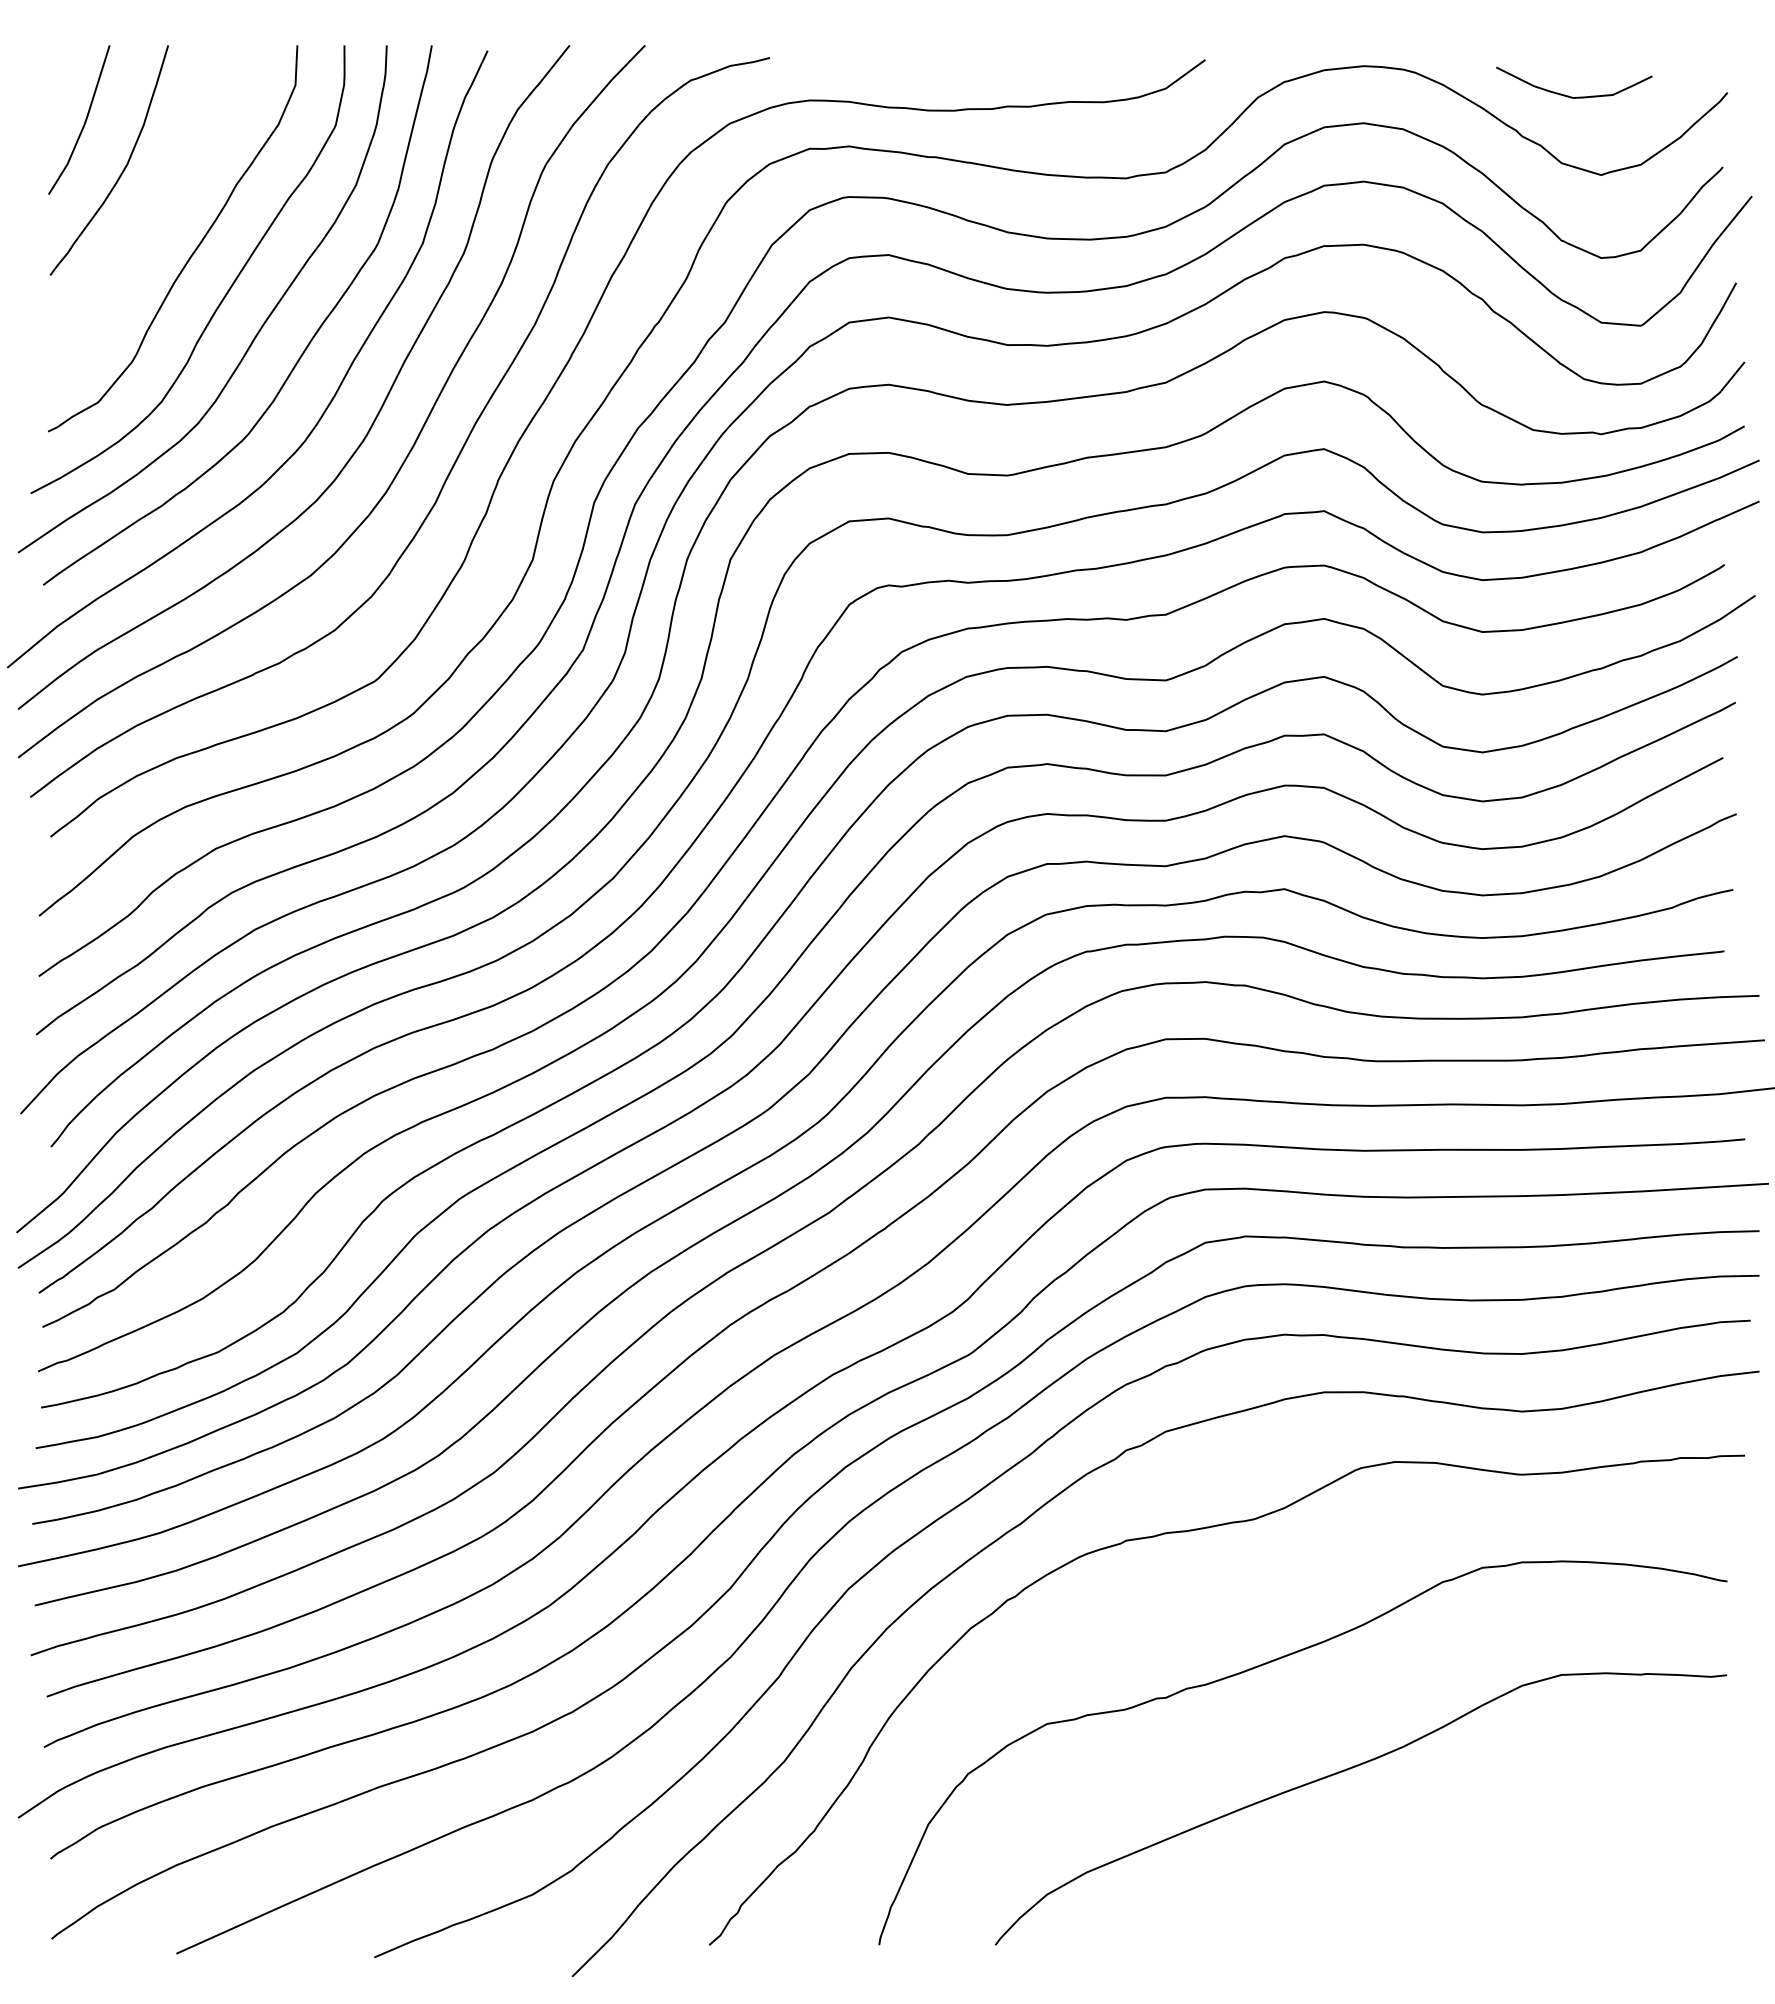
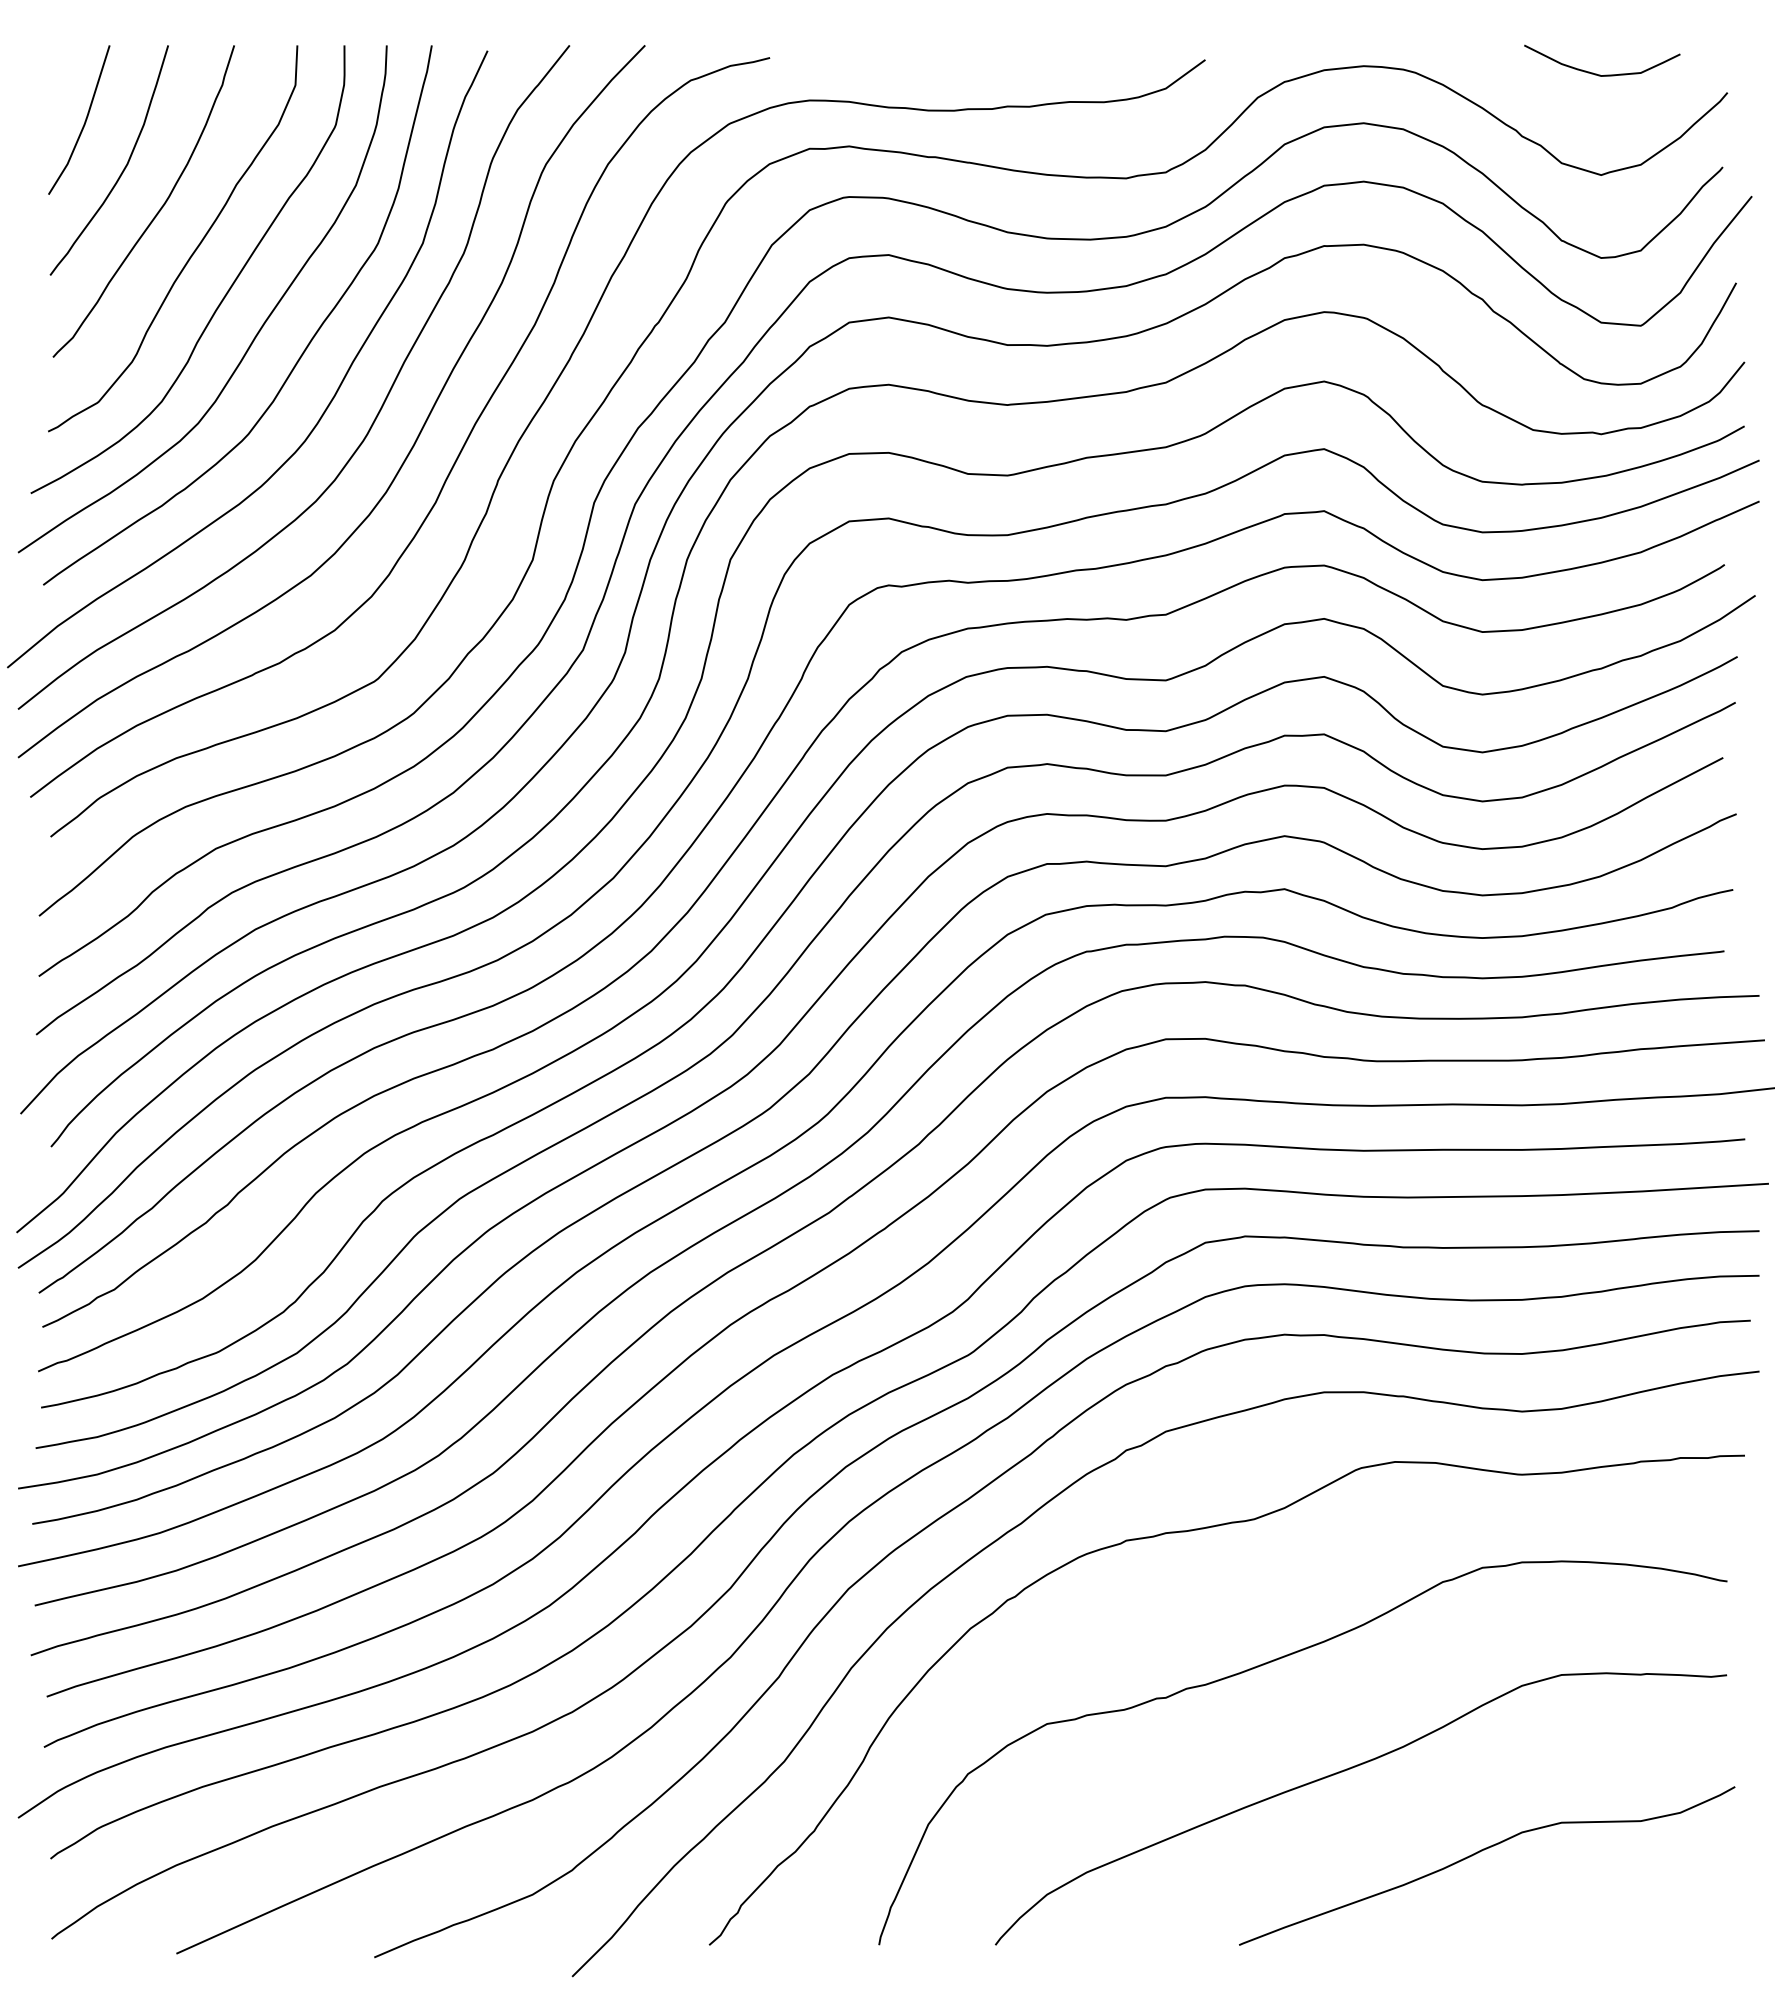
curve at (1572, 96) position: (1572, 96) -> (1600, 74)
curve at (158, 210): none -> present
curve at (1480, 1852): none -> present
